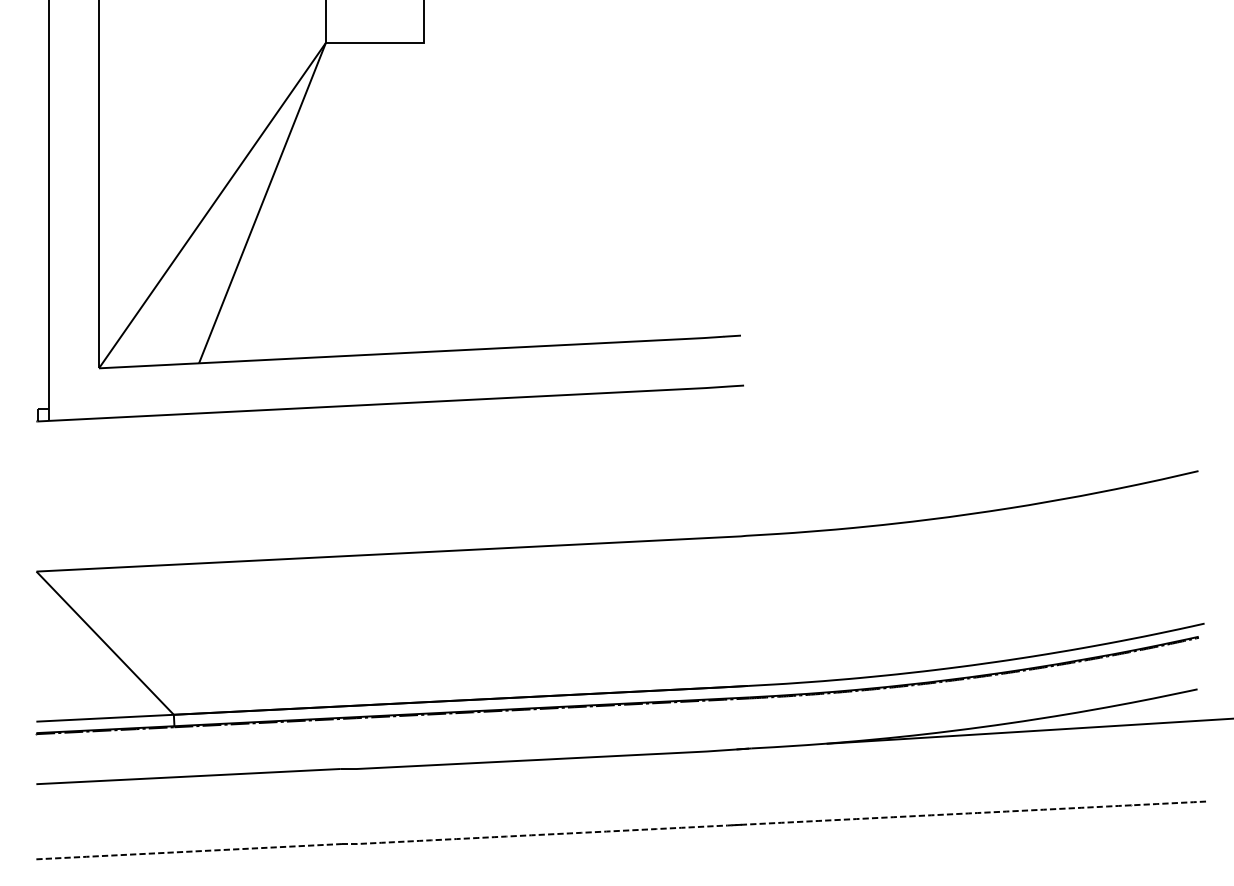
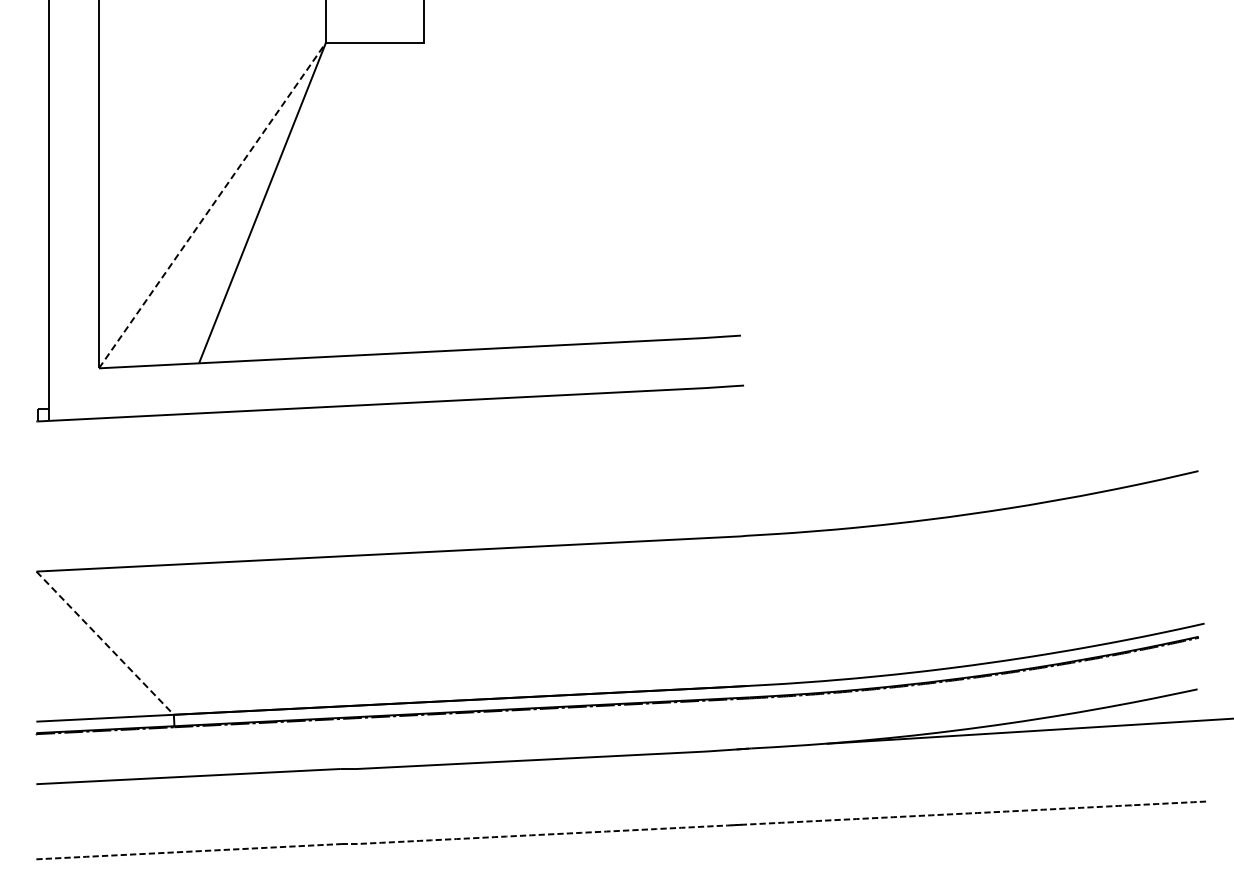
line at (212, 205): solid -> dashed
line at (105, 643): solid -> dashed
